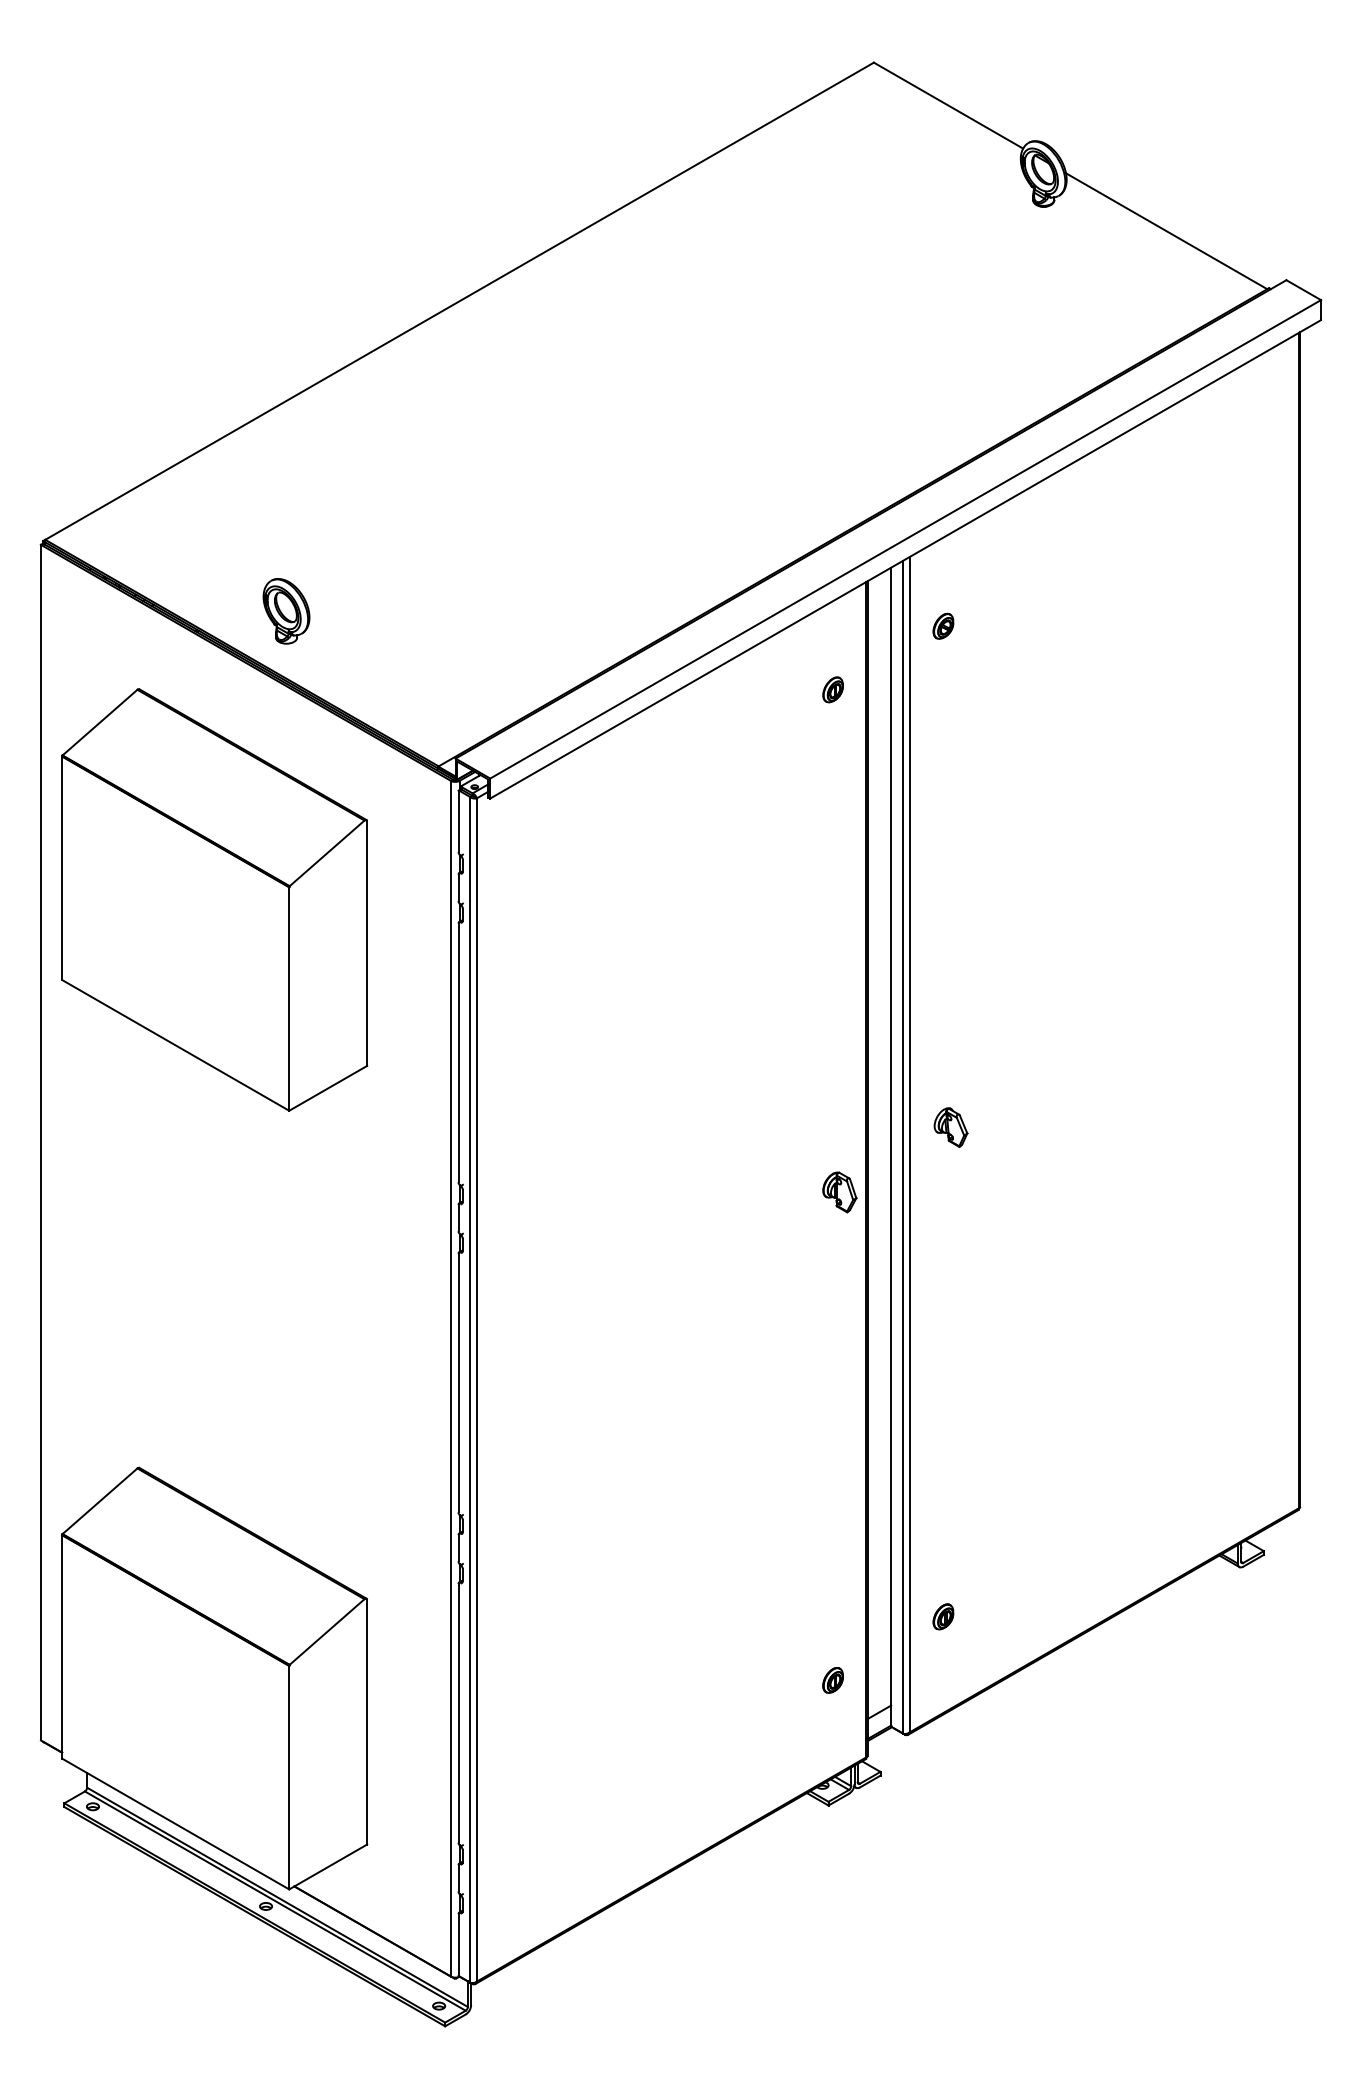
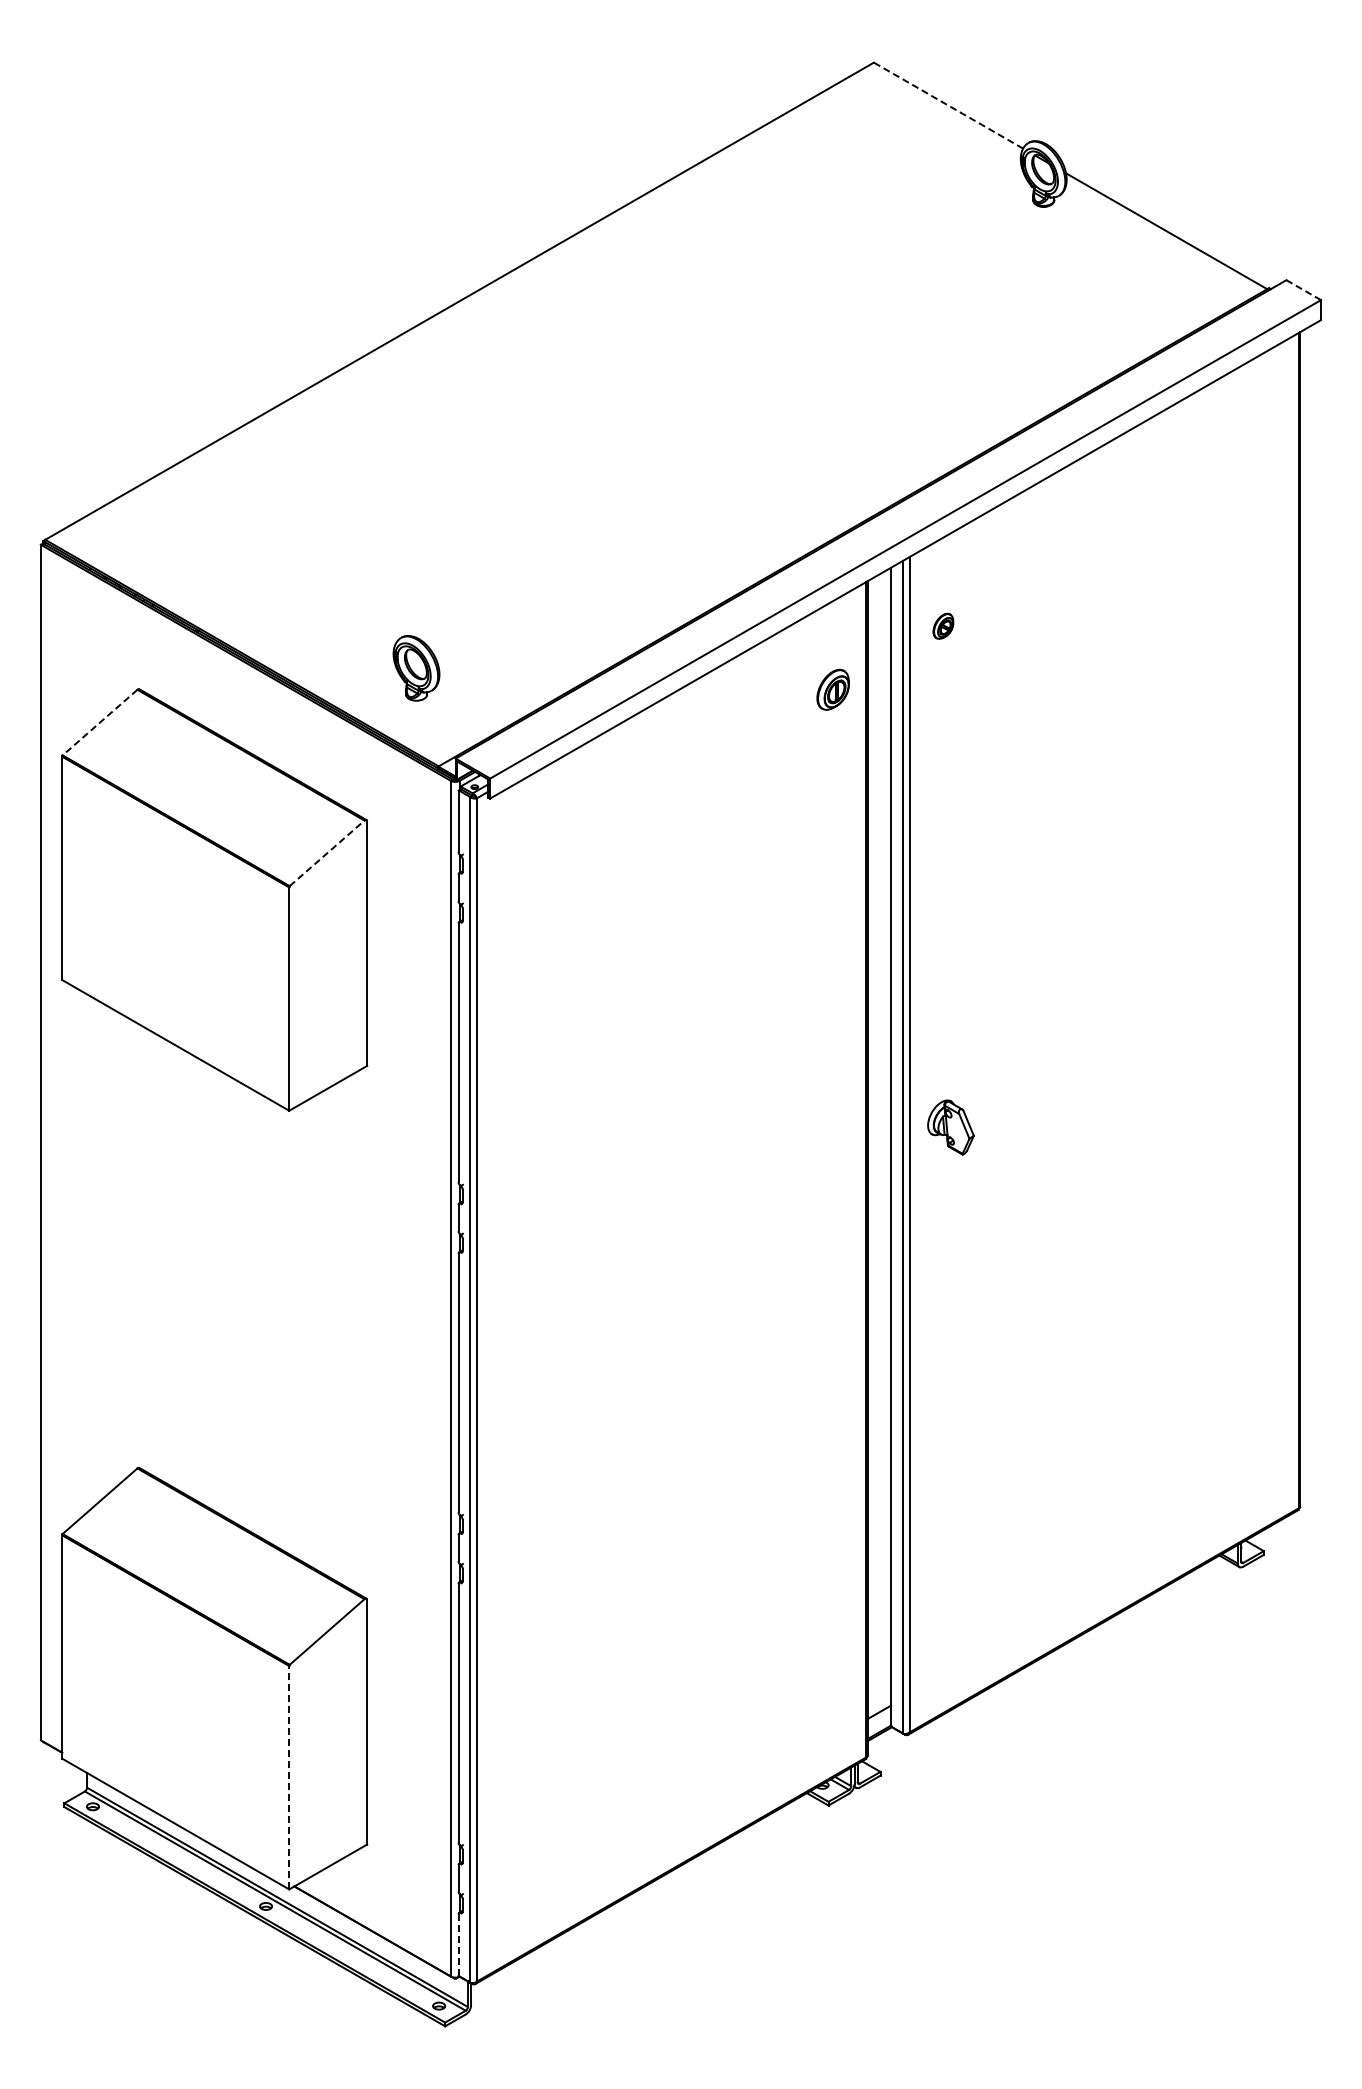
line at (948, 105): solid -> dashed
line at (1303, 290): solid -> dashed
part at (286, 611) position: (286, 611) -> (416, 668)
part at (832, 689) size: 22x28 px -> 34x43 px
line at (100, 722): solid -> dashed
line at (327, 853): solid -> dashed
part at (950, 1127) size: 36x41 px -> 48x57 px
part at (839, 1192): present -> none
part at (943, 1616): present -> none
part at (832, 1680): present -> none
line at (289, 1777): solid -> dashed
line at (458, 1945): solid -> dashed
